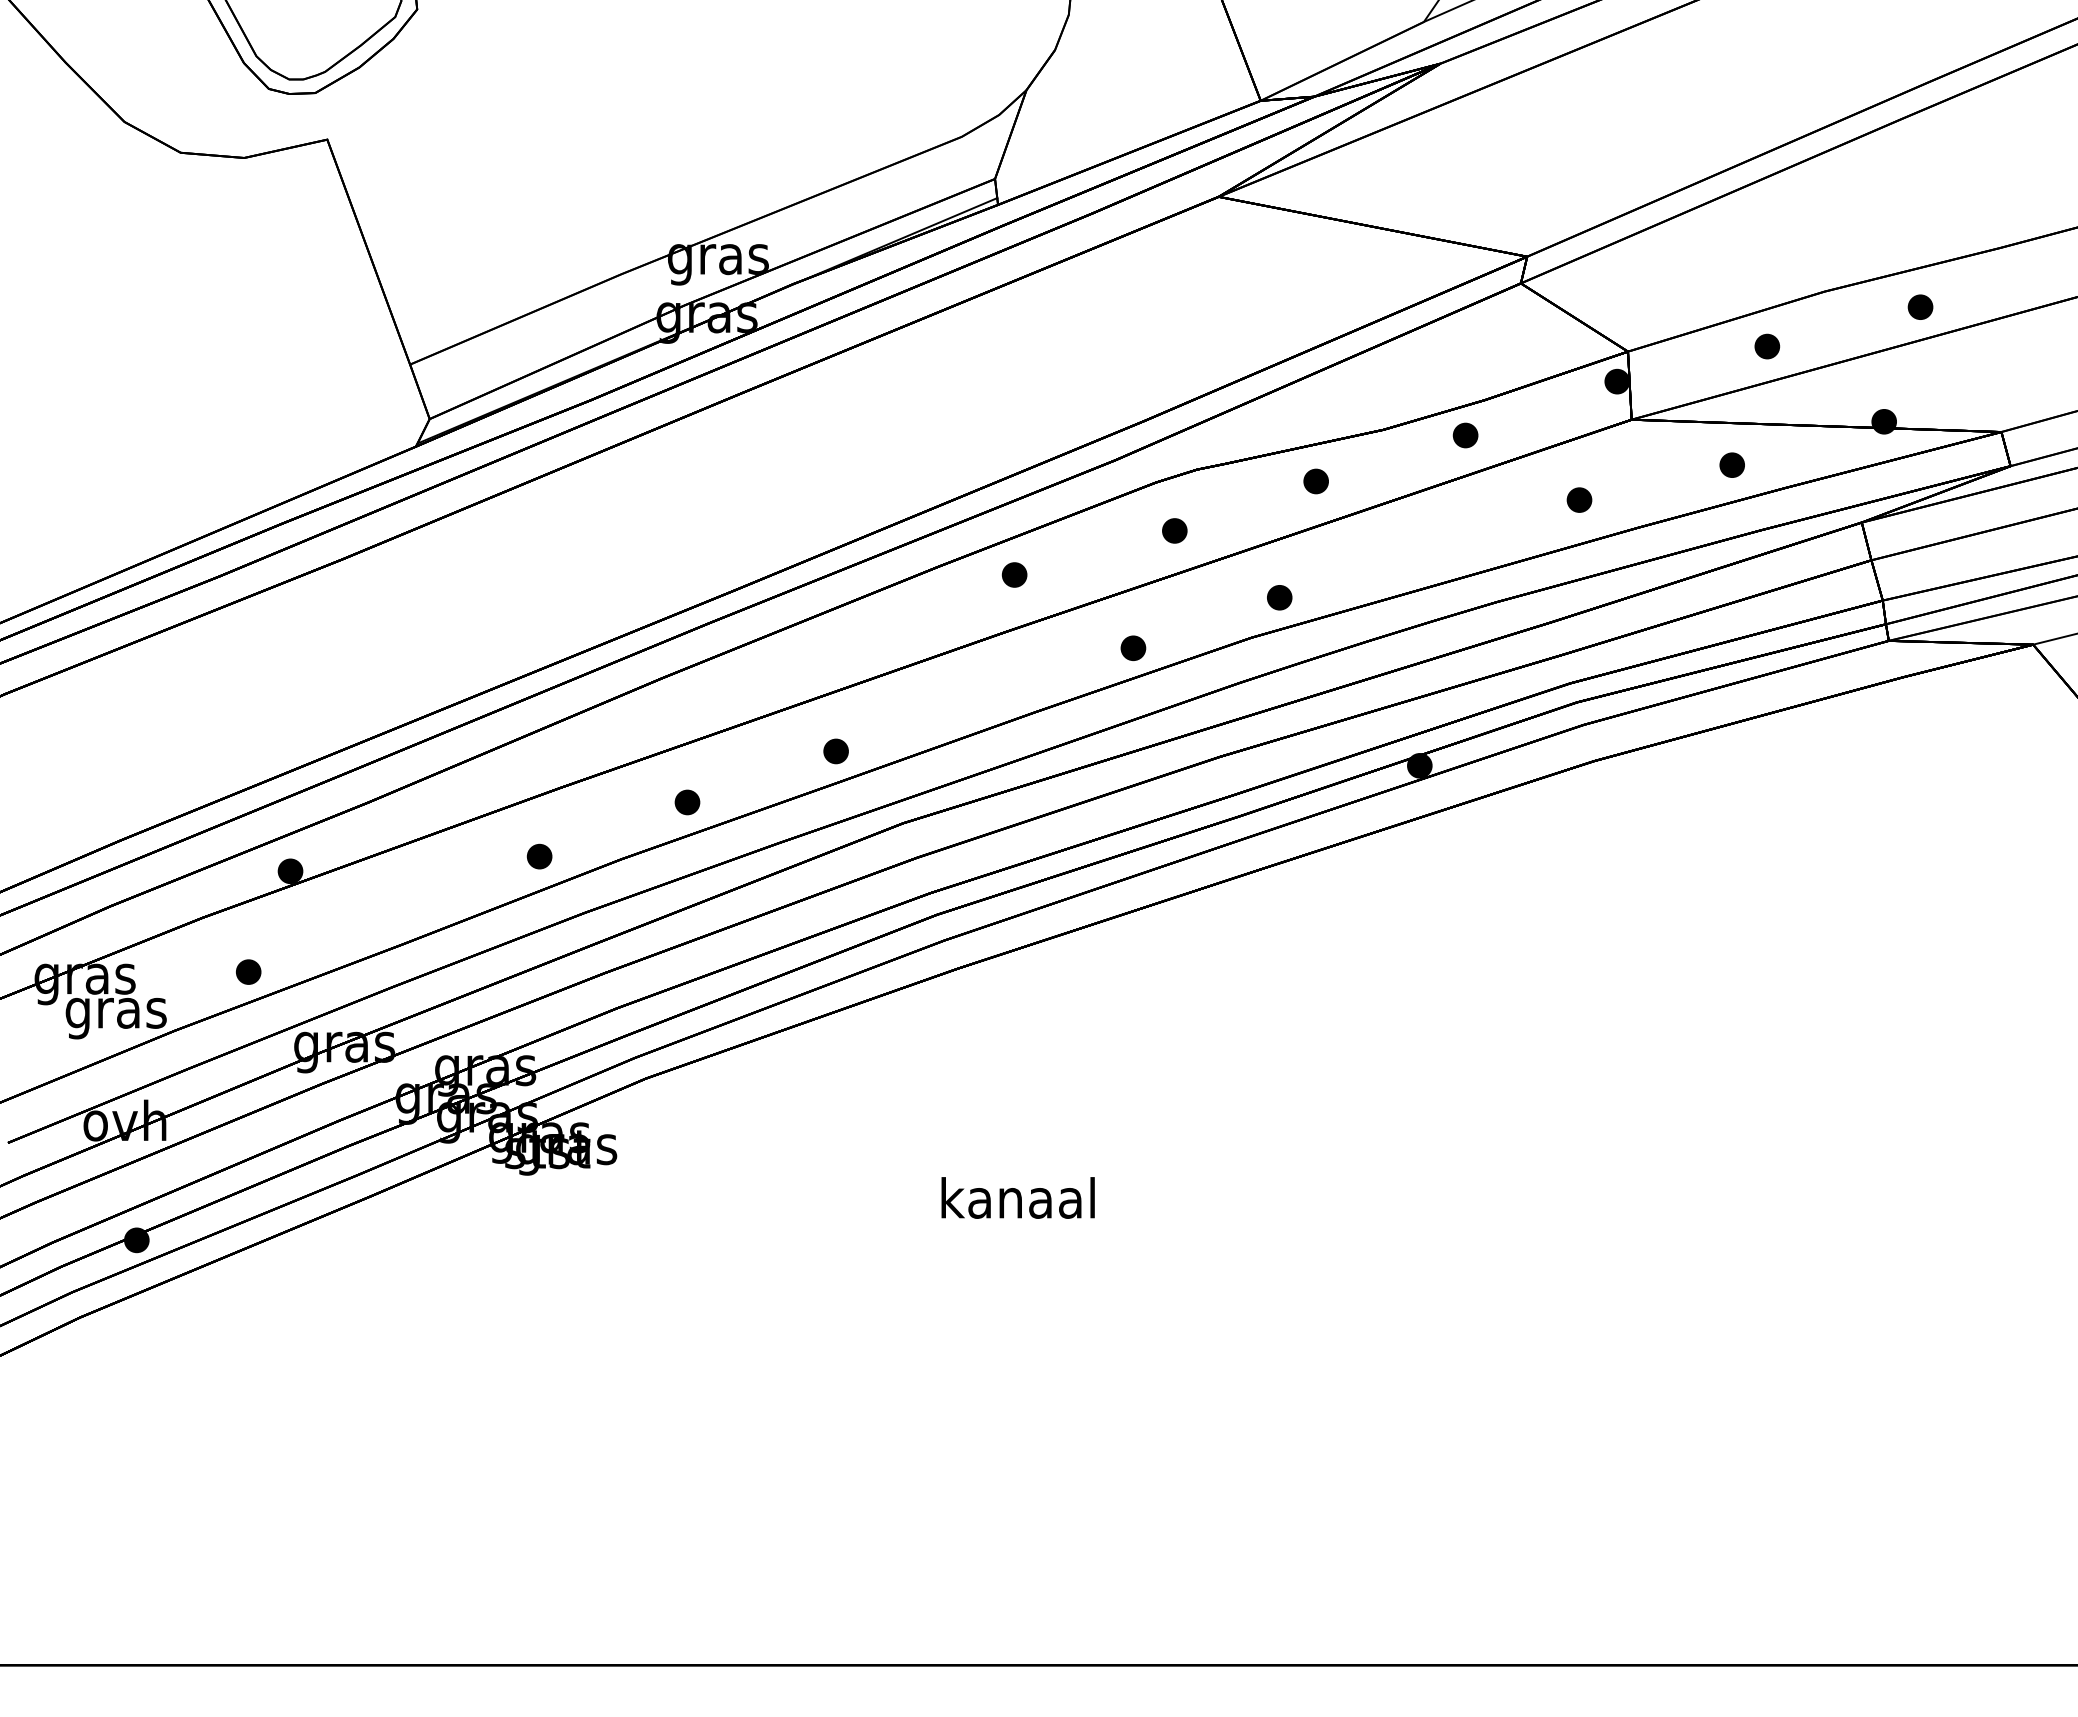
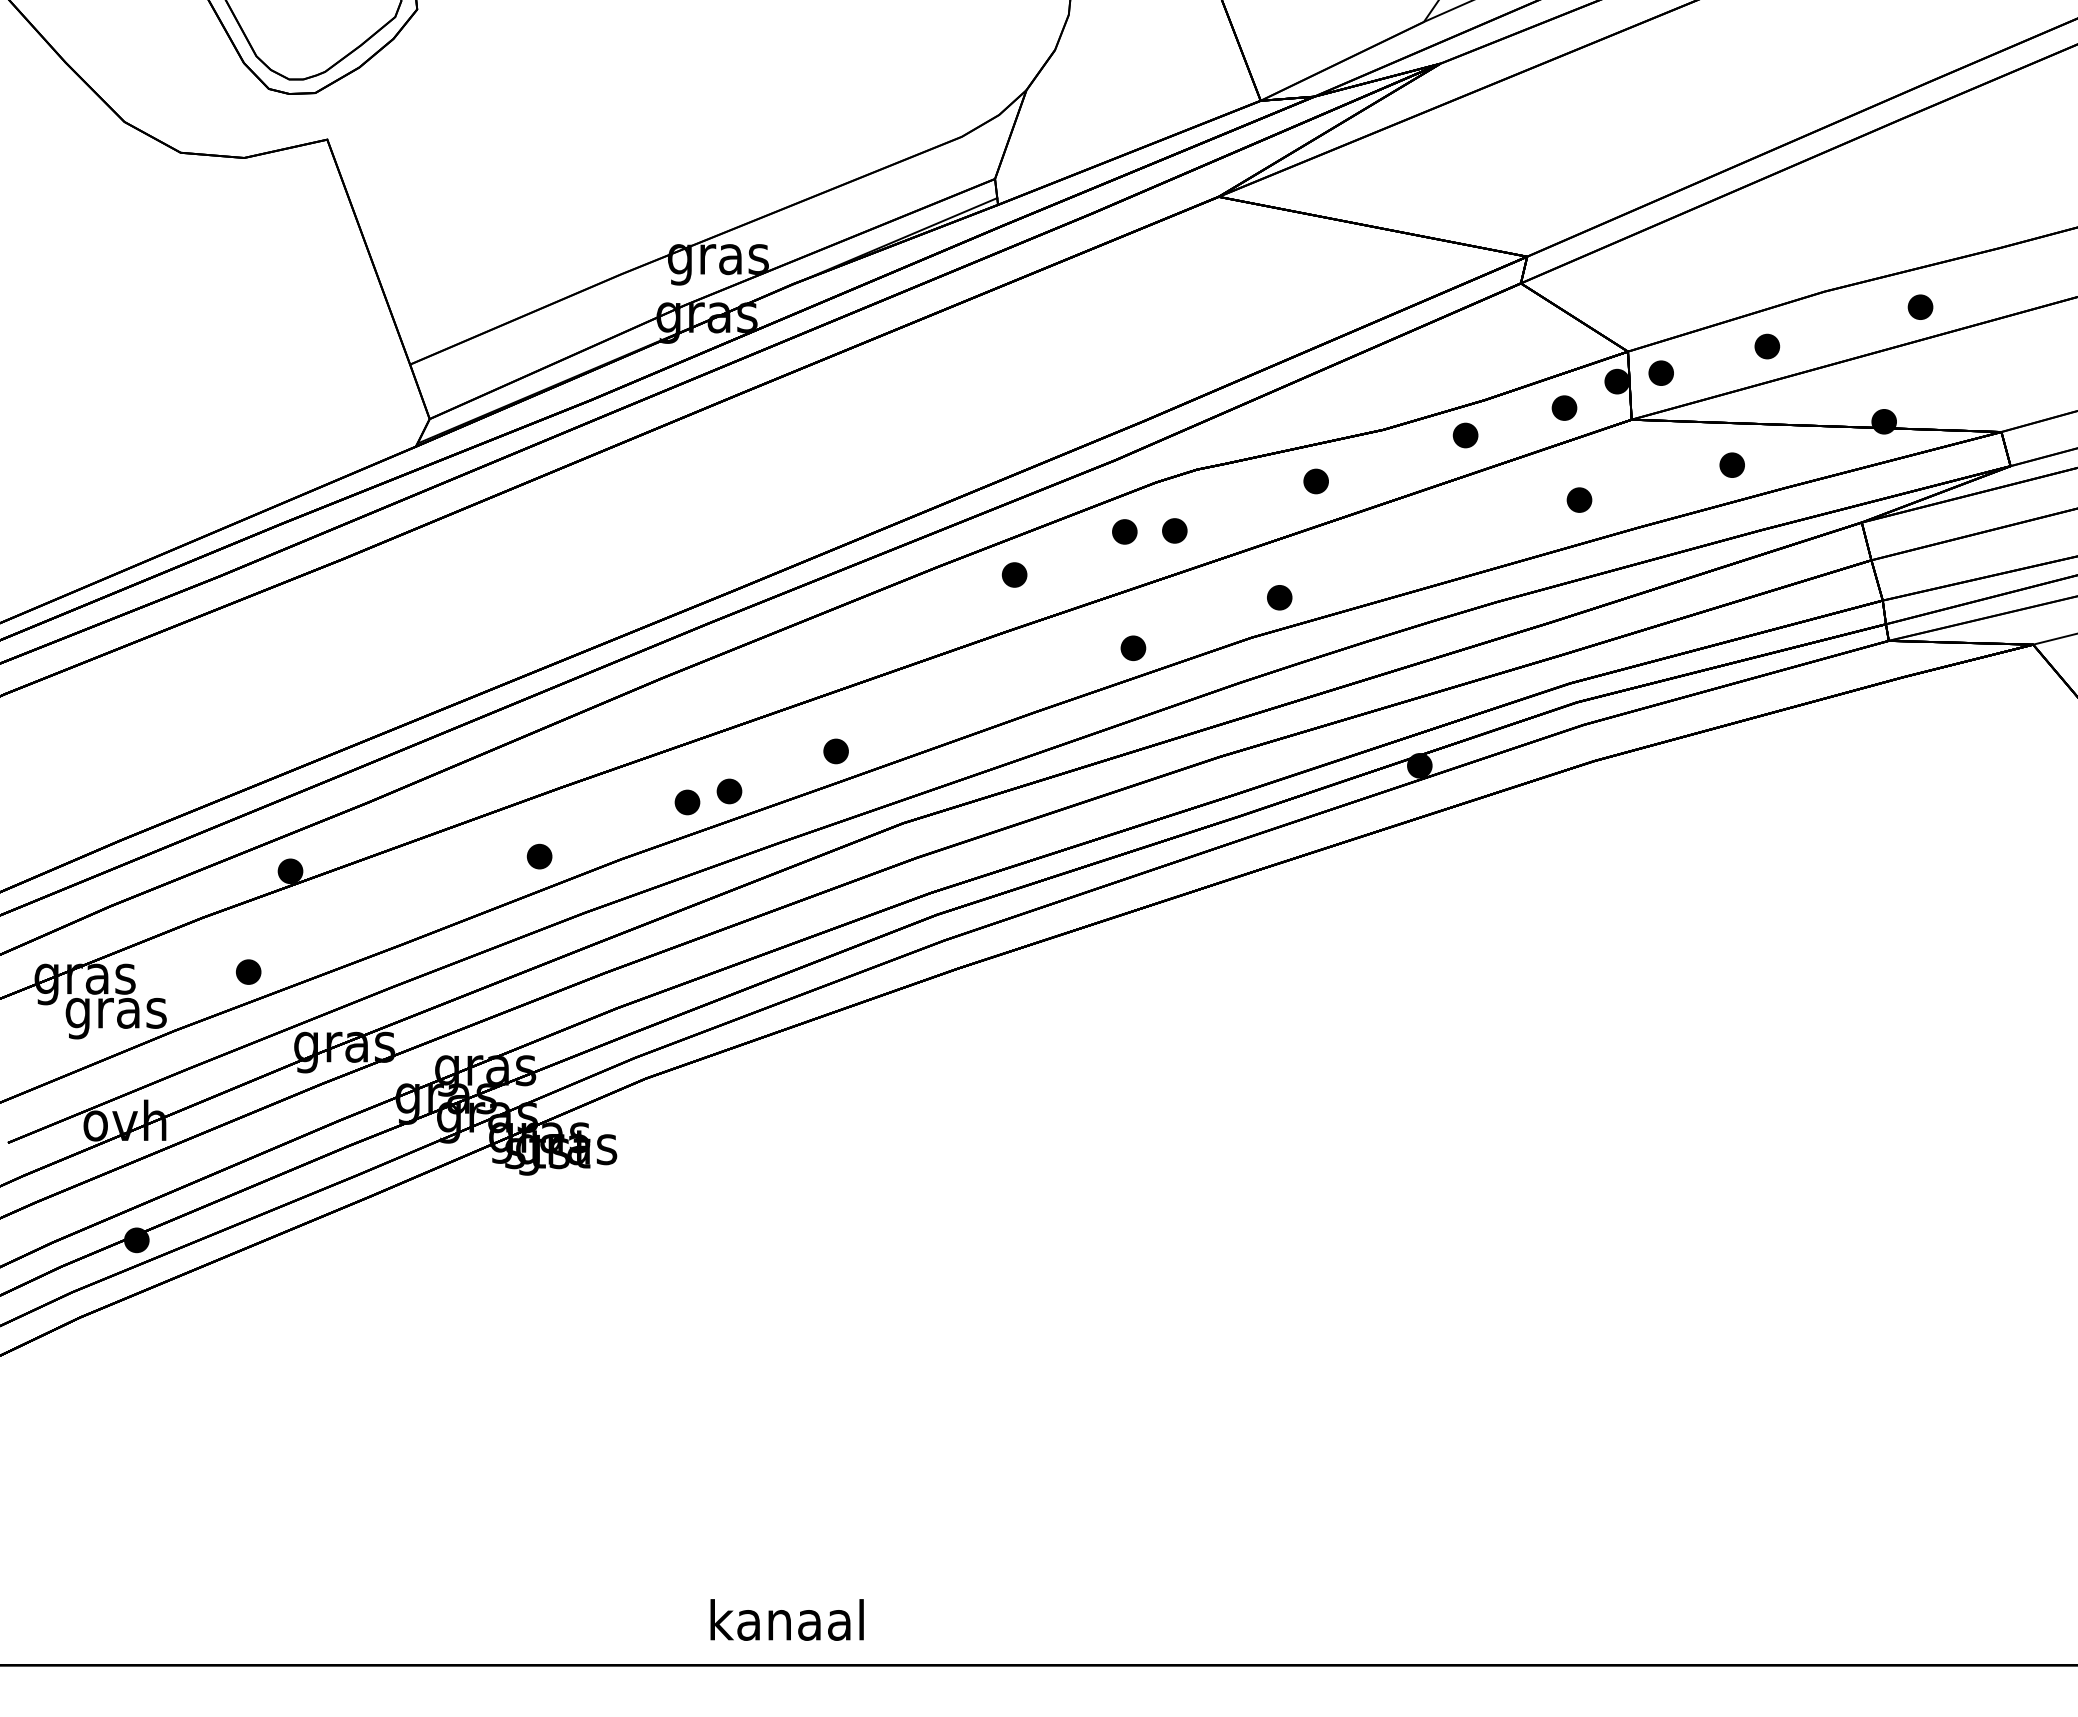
part at (1660, 372): none -> present
part at (1564, 407): none -> present
part at (1124, 531): none -> present
part at (729, 791): none -> present
text at (1017, 1197) position: (1017, 1197) -> (786, 1619)
